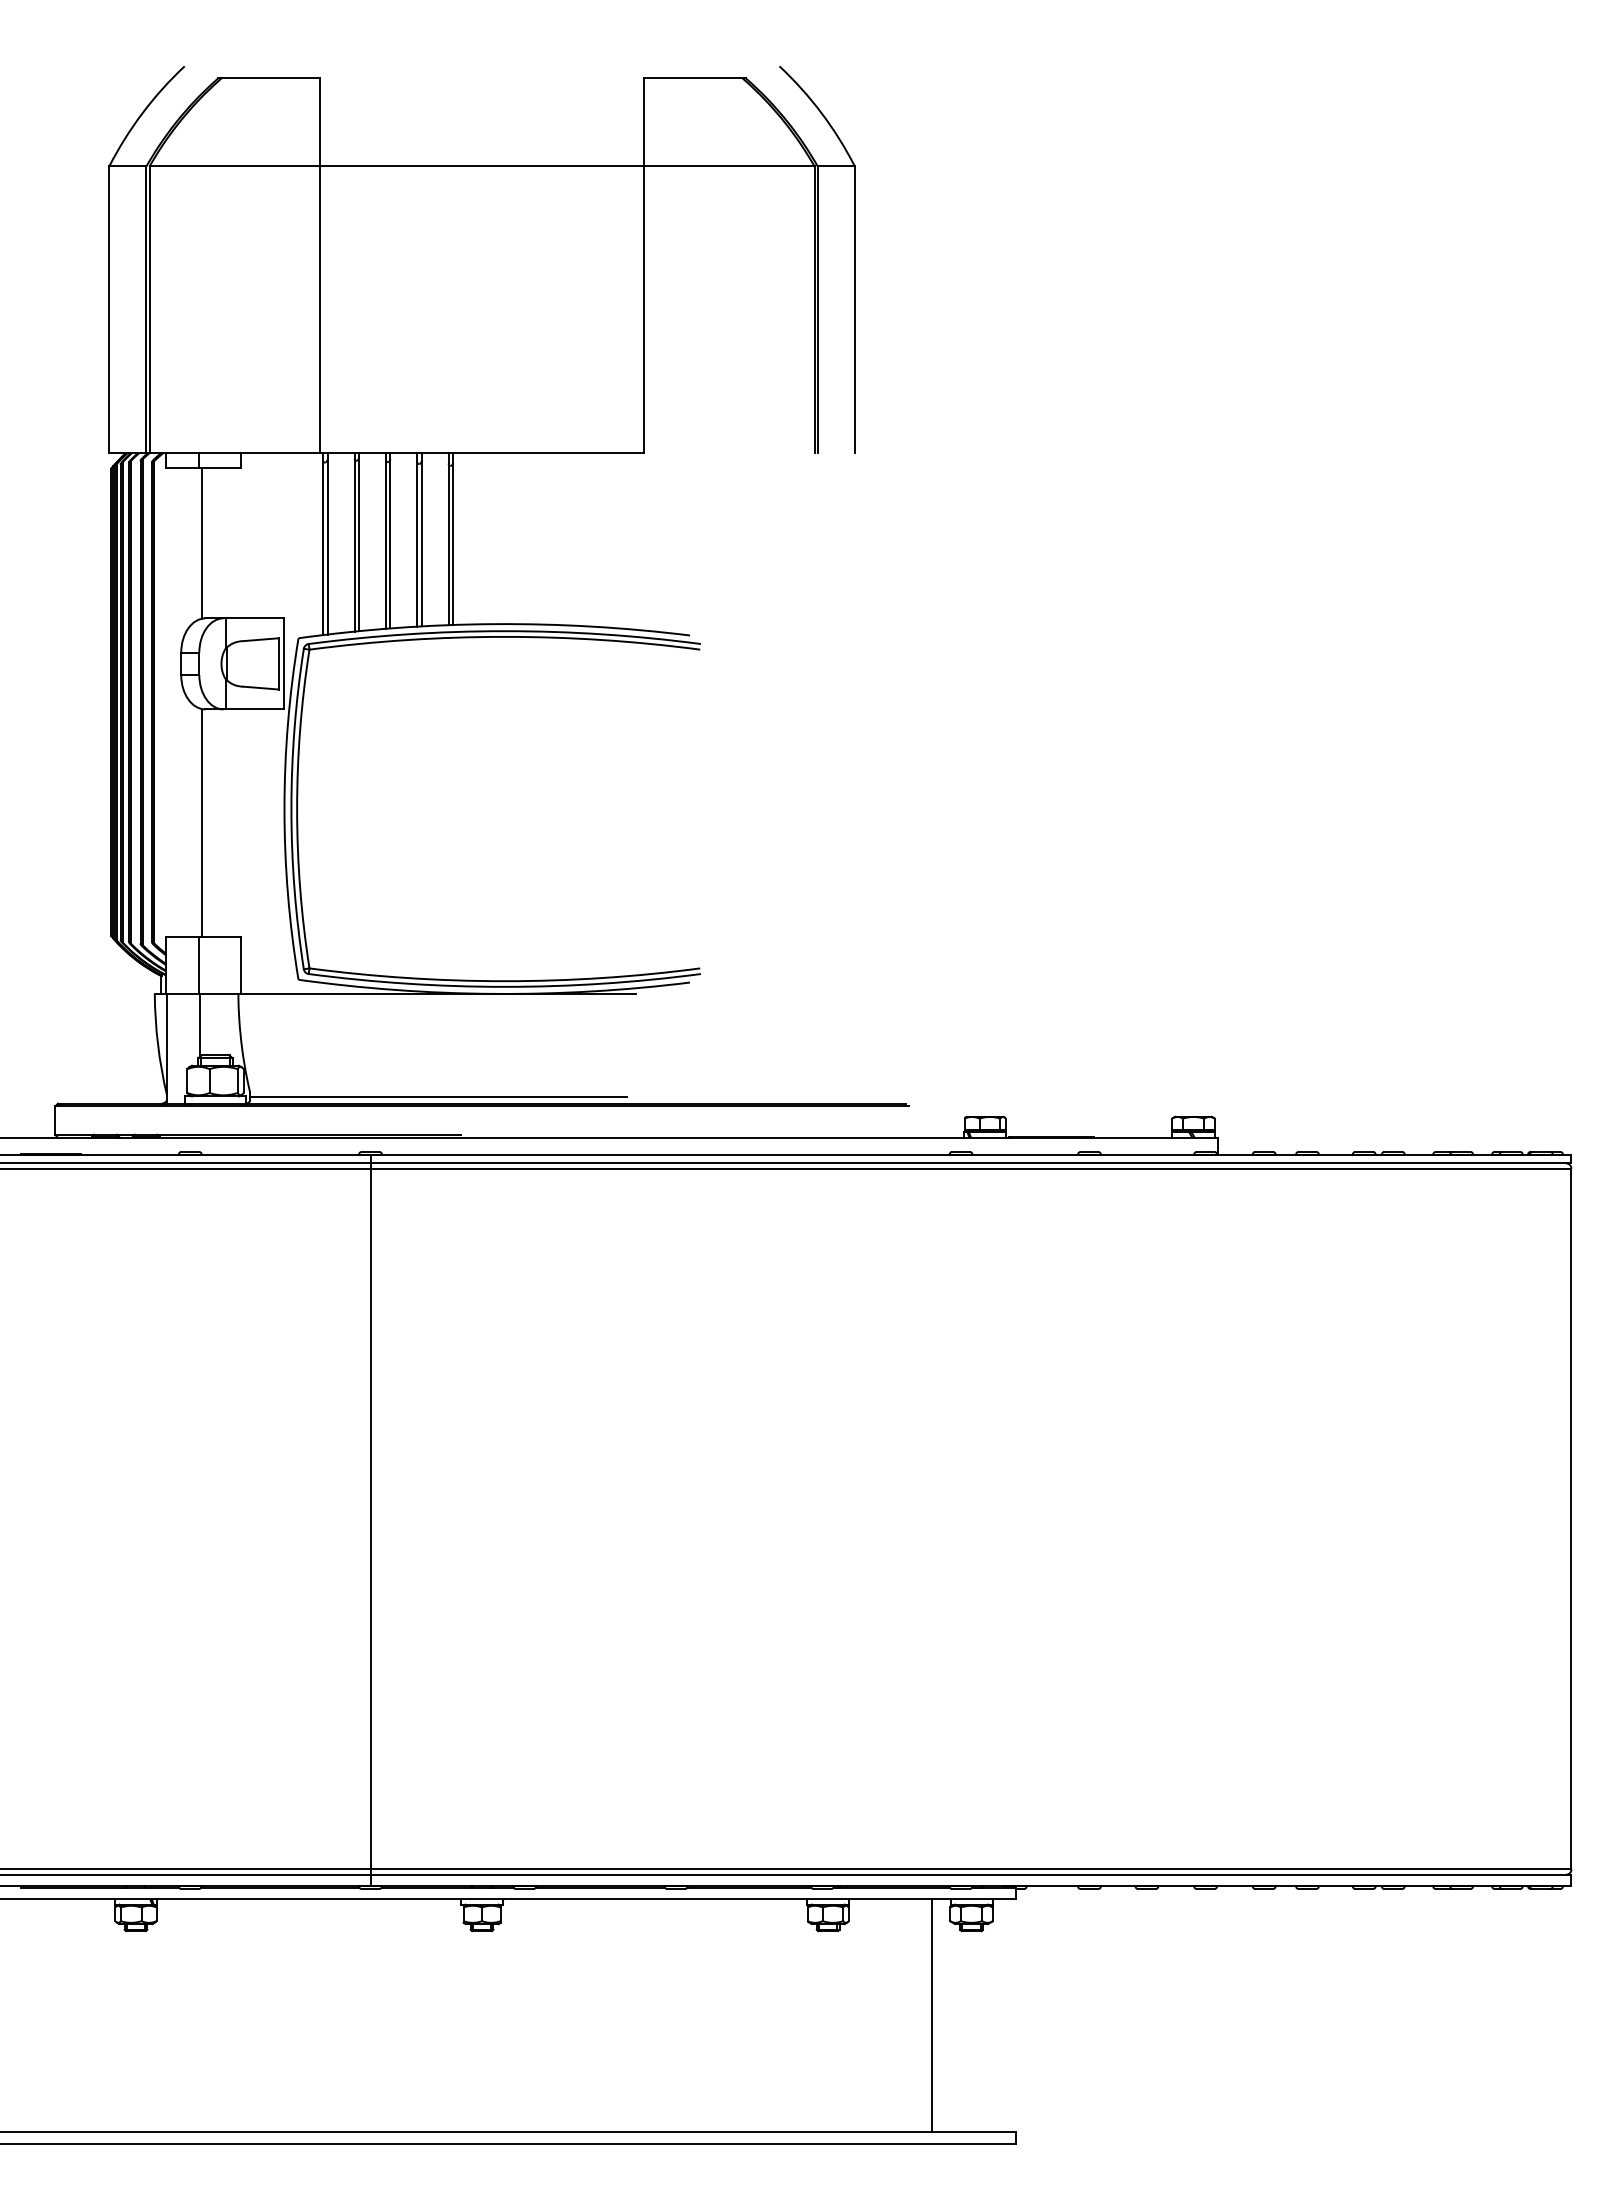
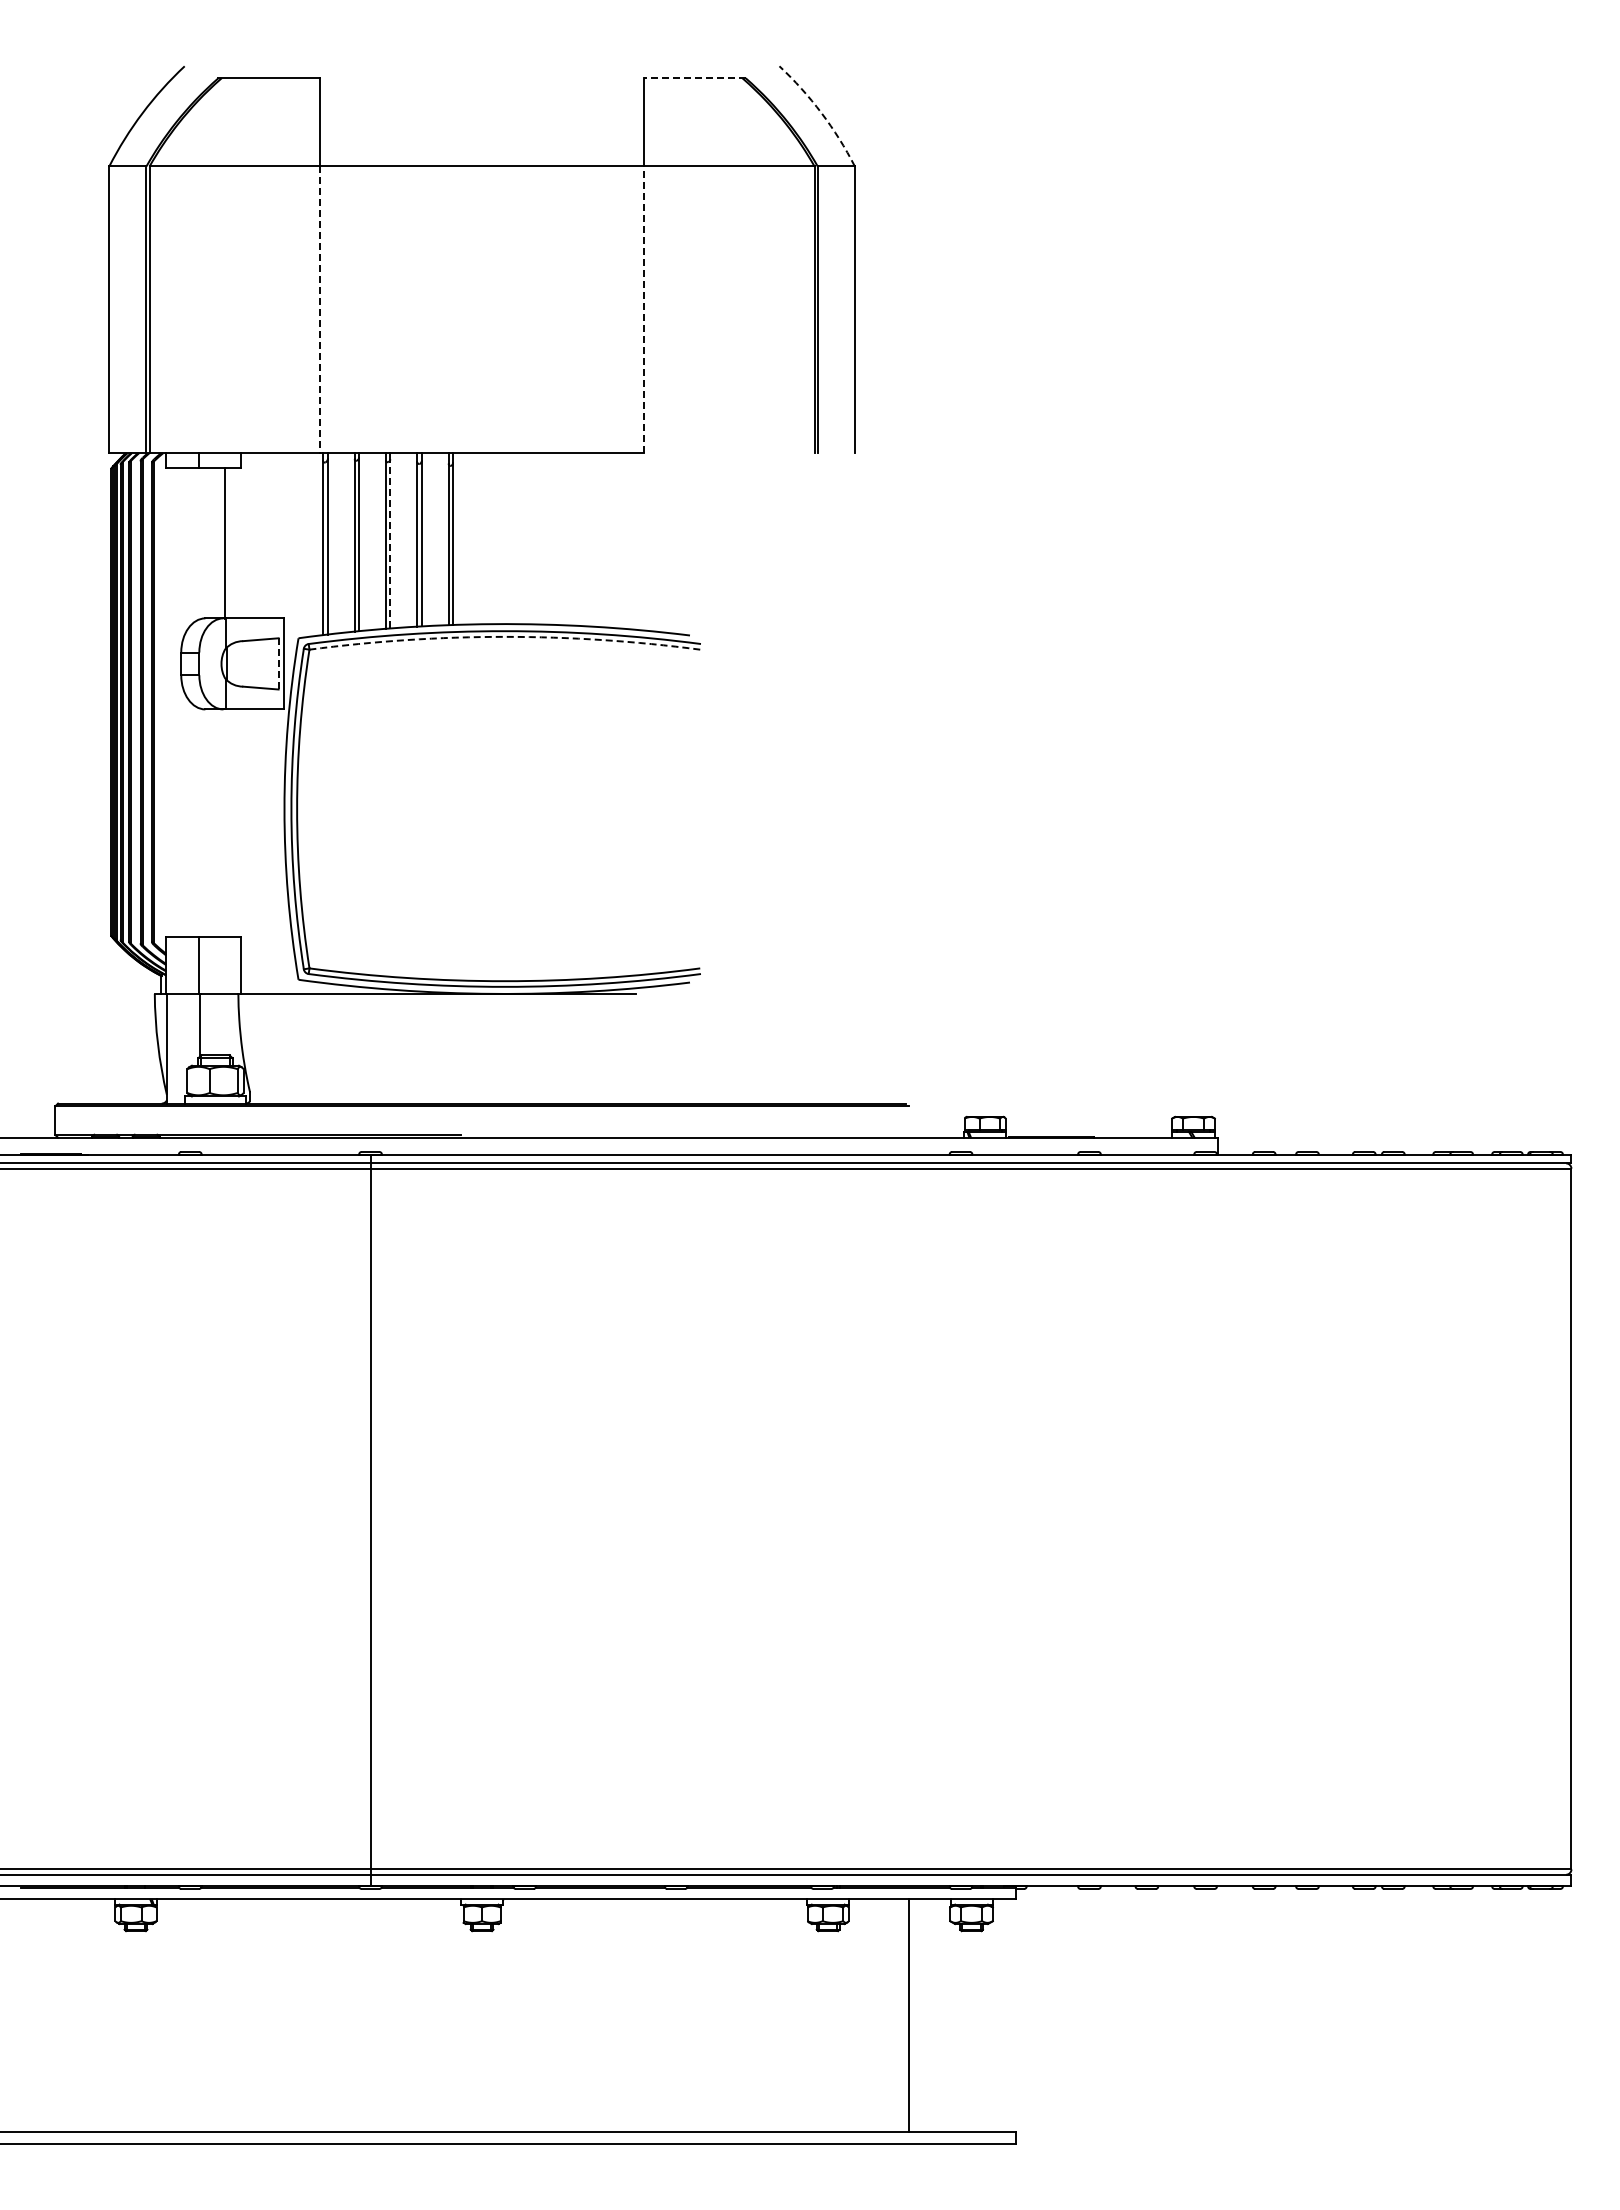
line at (695, 78): solid -> dashed
arc at (821, 113): solid -> dashed
line at (644, 309): solid -> dashed
line at (319, 310): solid -> dashed
line at (202, 542) position: (202, 542) -> (225, 542)
line at (390, 543): solid -> dashed
arc at (504, 636): solid -> dashed
line at (278, 663): solid -> dashed
line at (202, 823): present -> none
line at (438, 1096): present -> none
line at (931, 2015) position: (931, 2015) -> (908, 2015)
